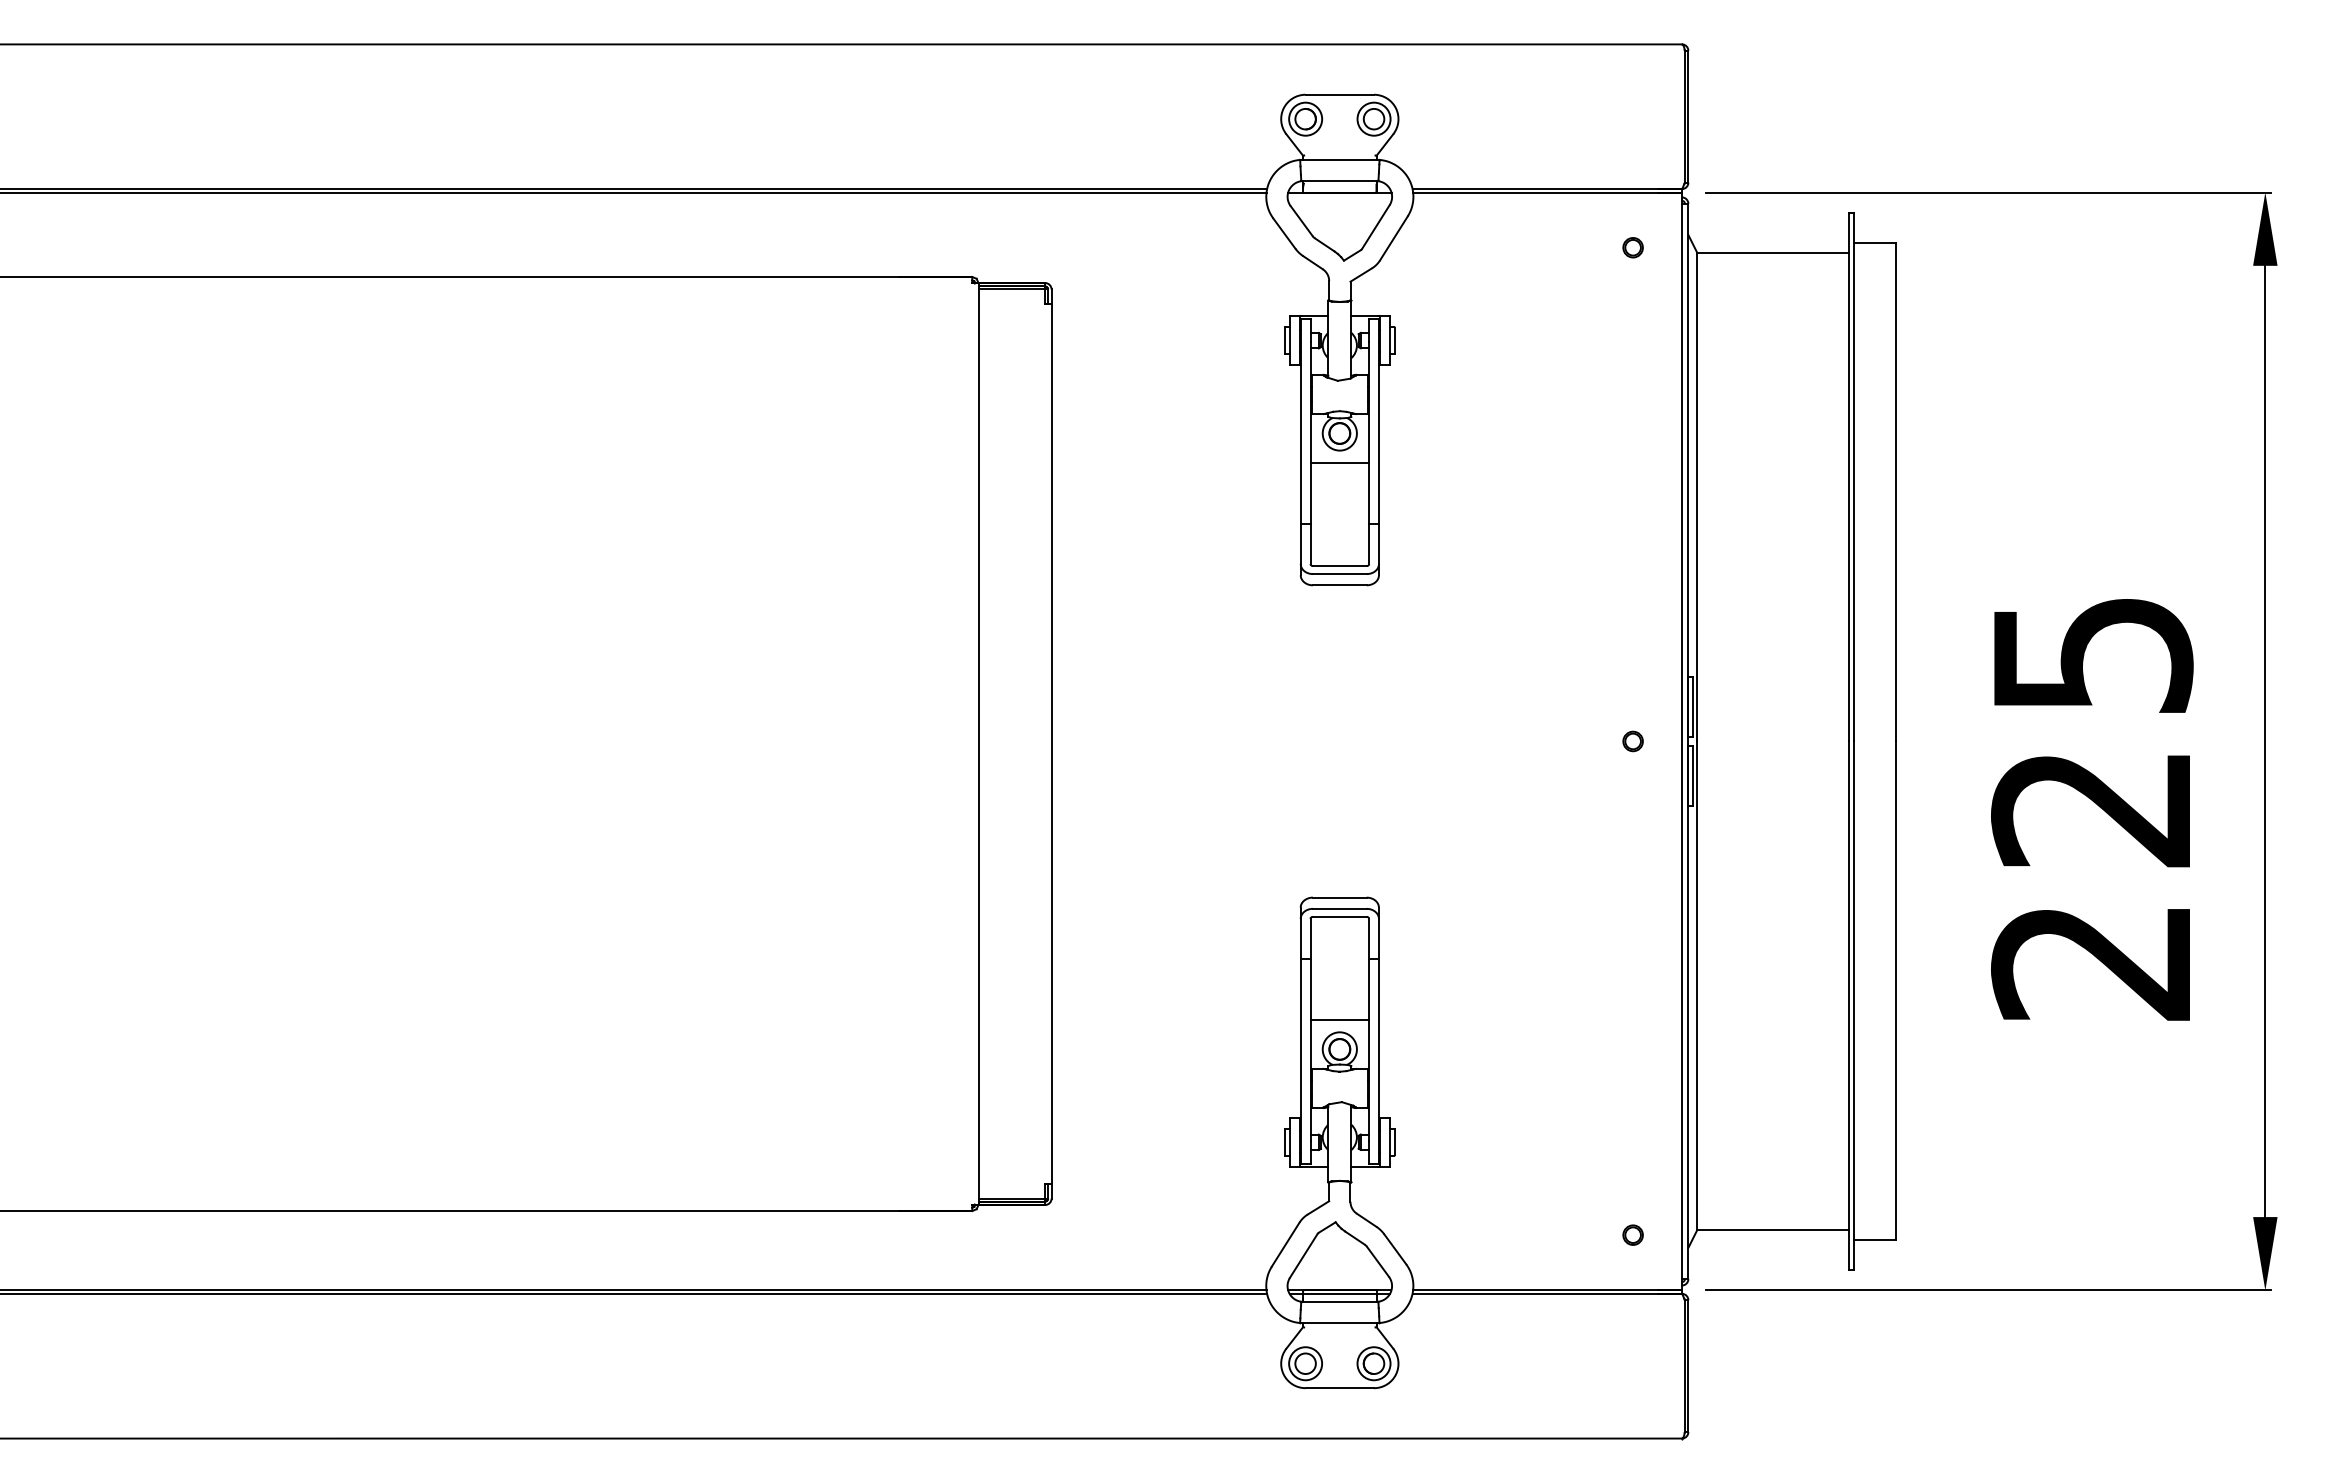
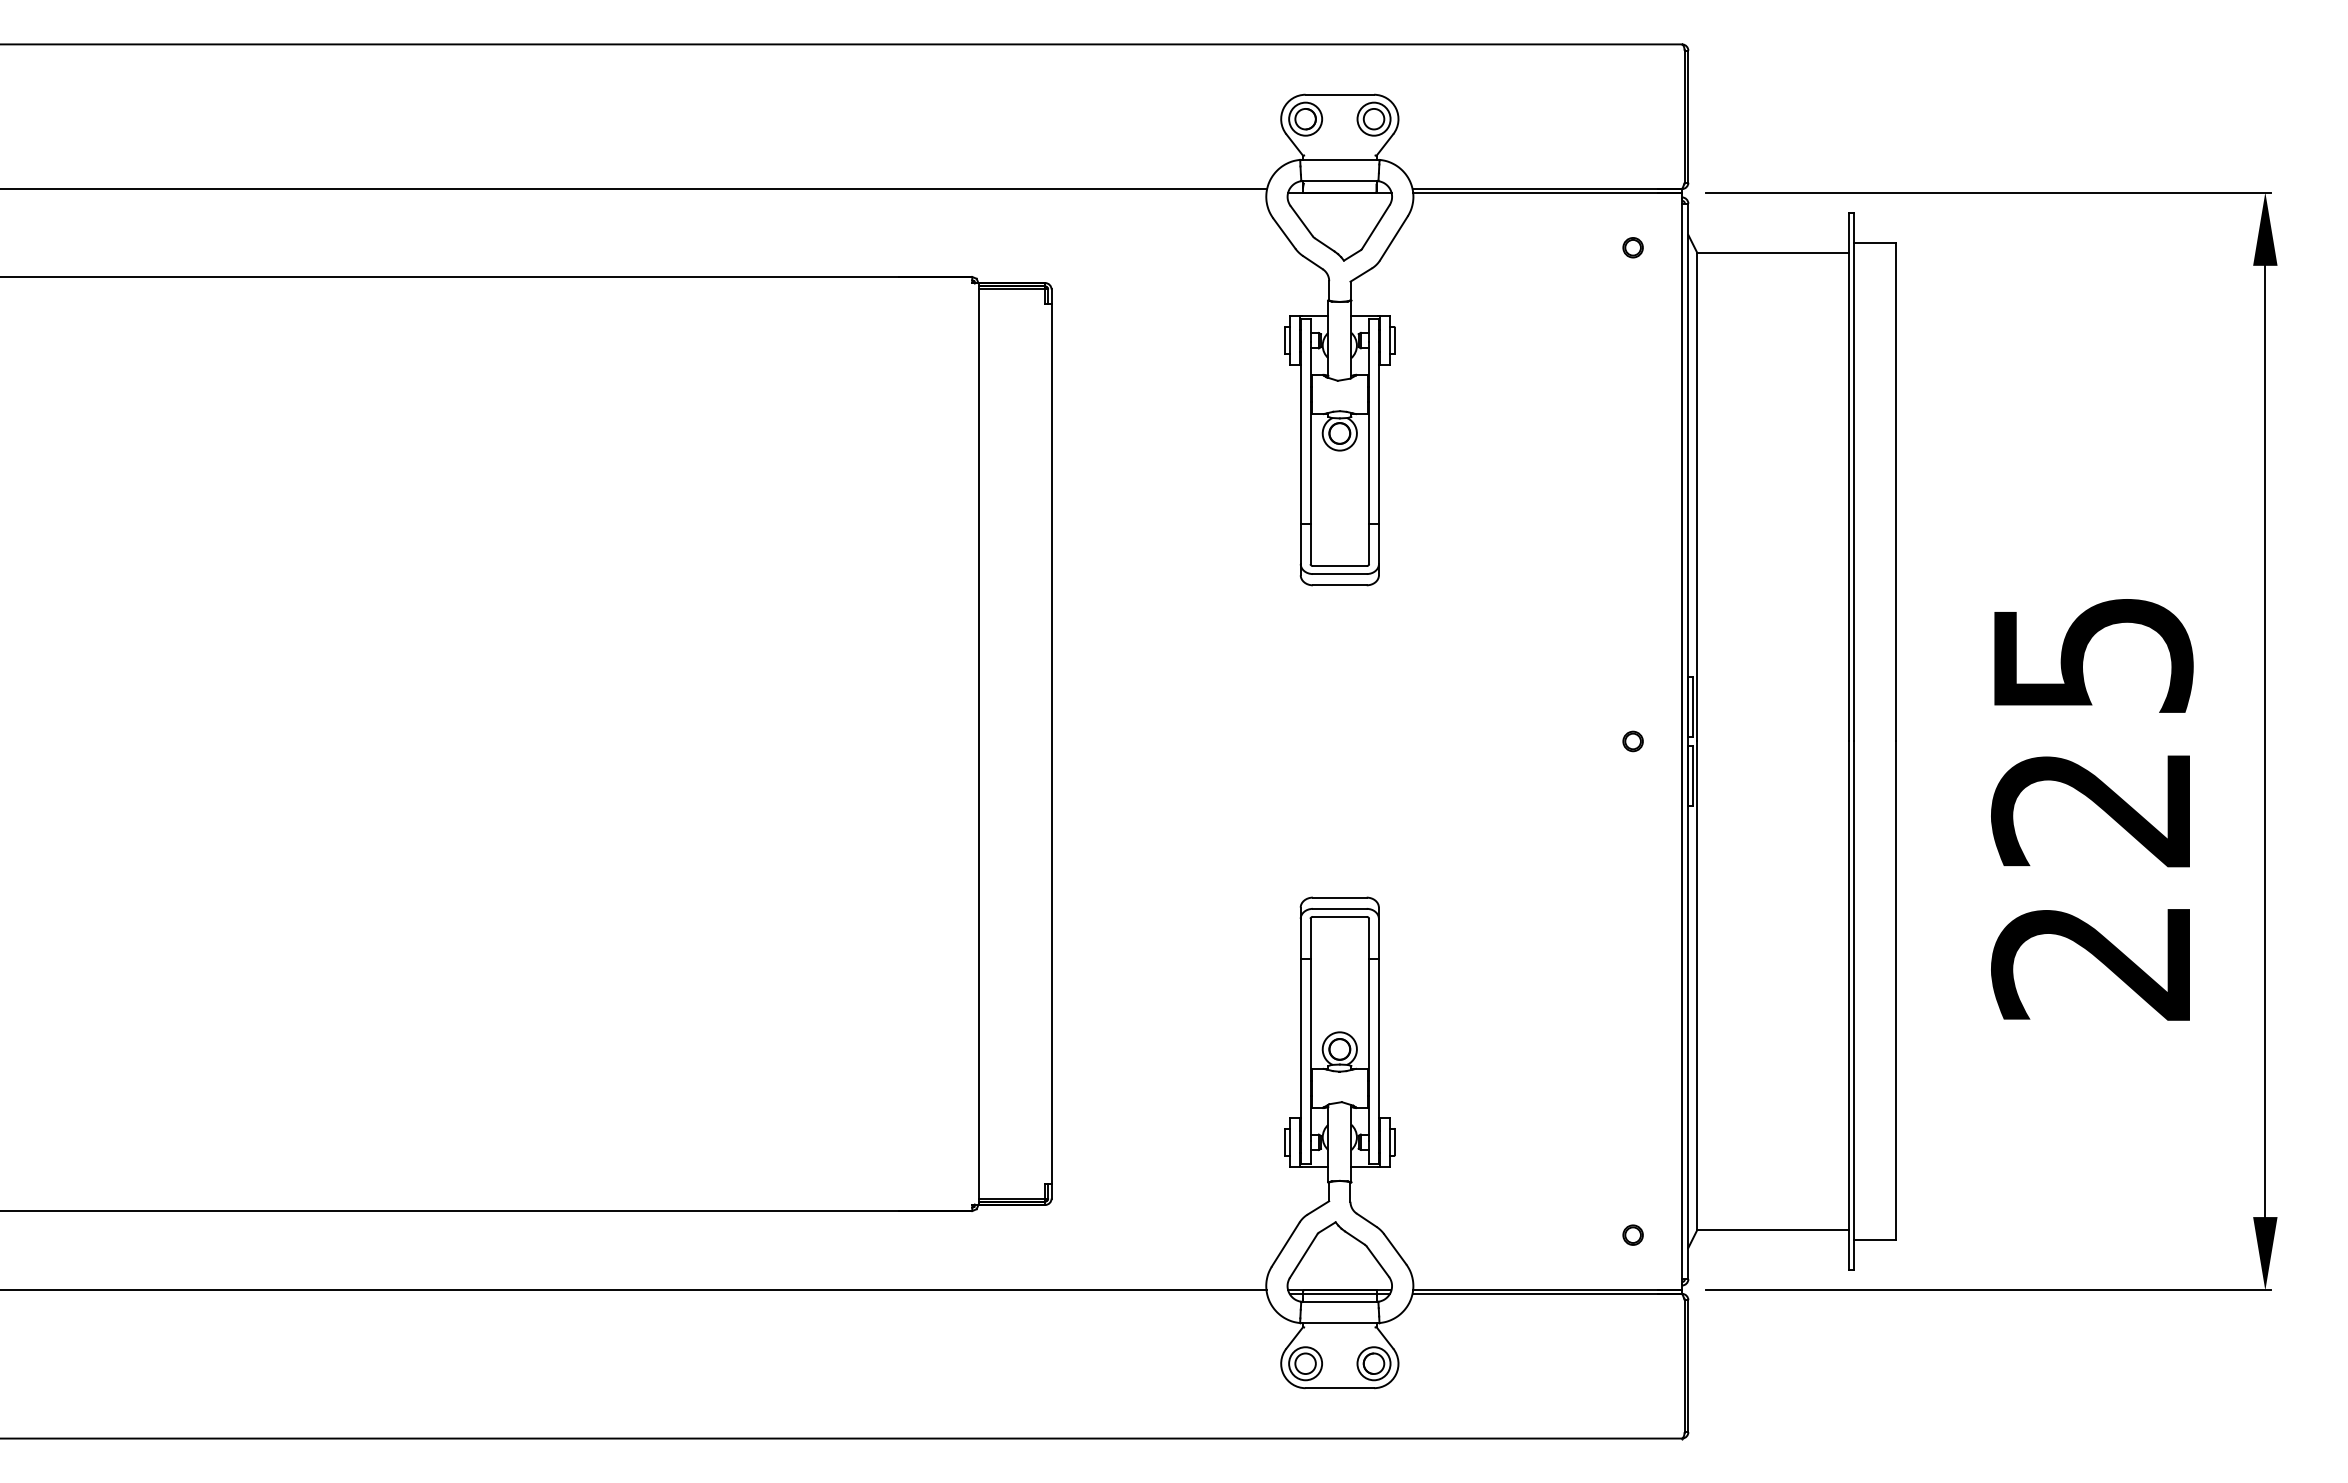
line at (634, 192): present -> none
line at (1339, 462): present -> none
line at (1339, 1020): present -> none
line at (634, 1293): present -> none
